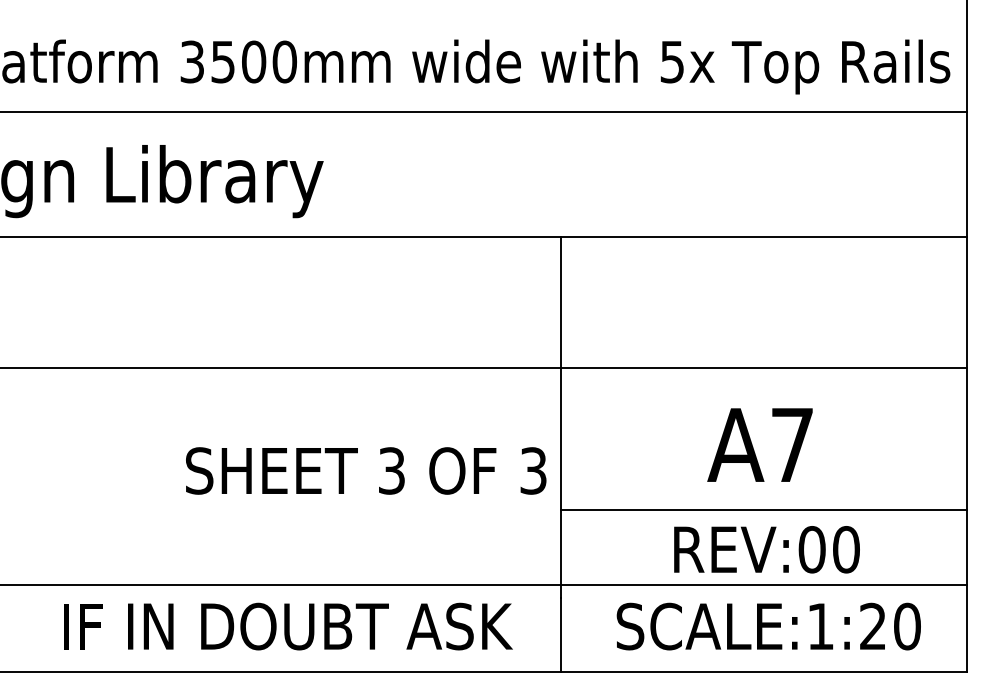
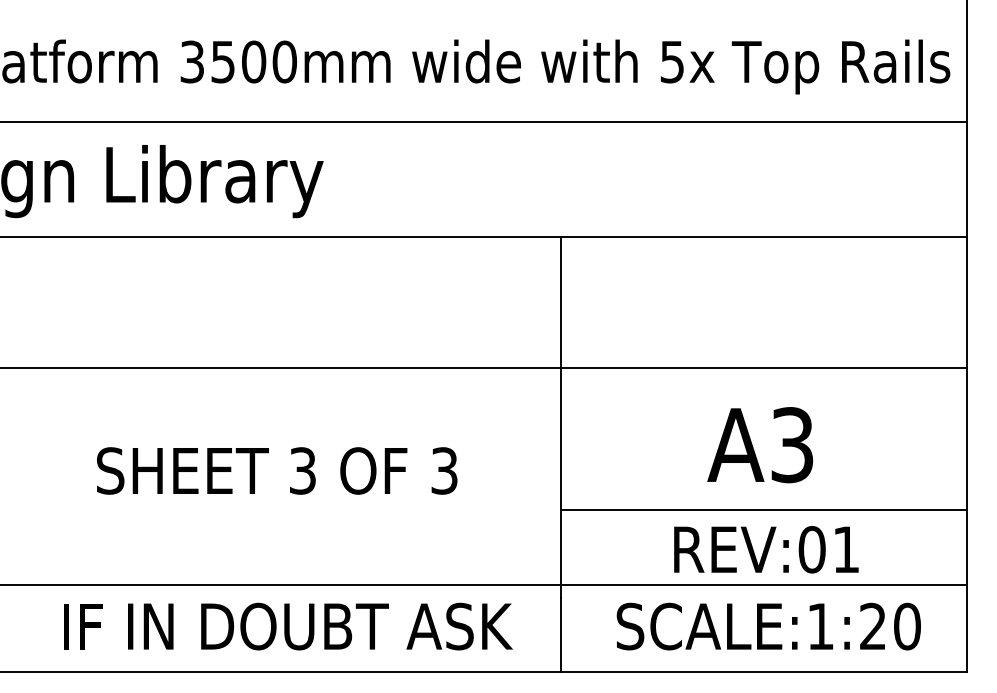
line at (484, 112) position: (484, 112) -> (484, 122)
text at (792, 445): A7 -> A3
text at (366, 470) position: (366, 470) -> (277, 470)
text at (846, 549): REV:00 -> REV:01
